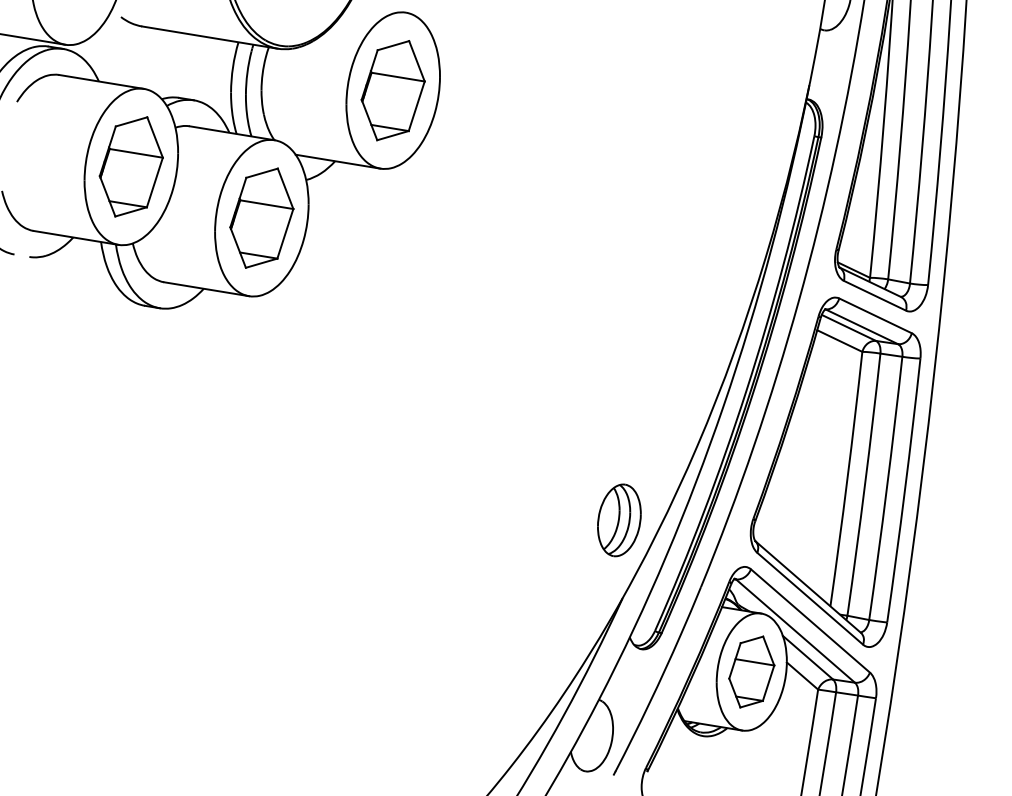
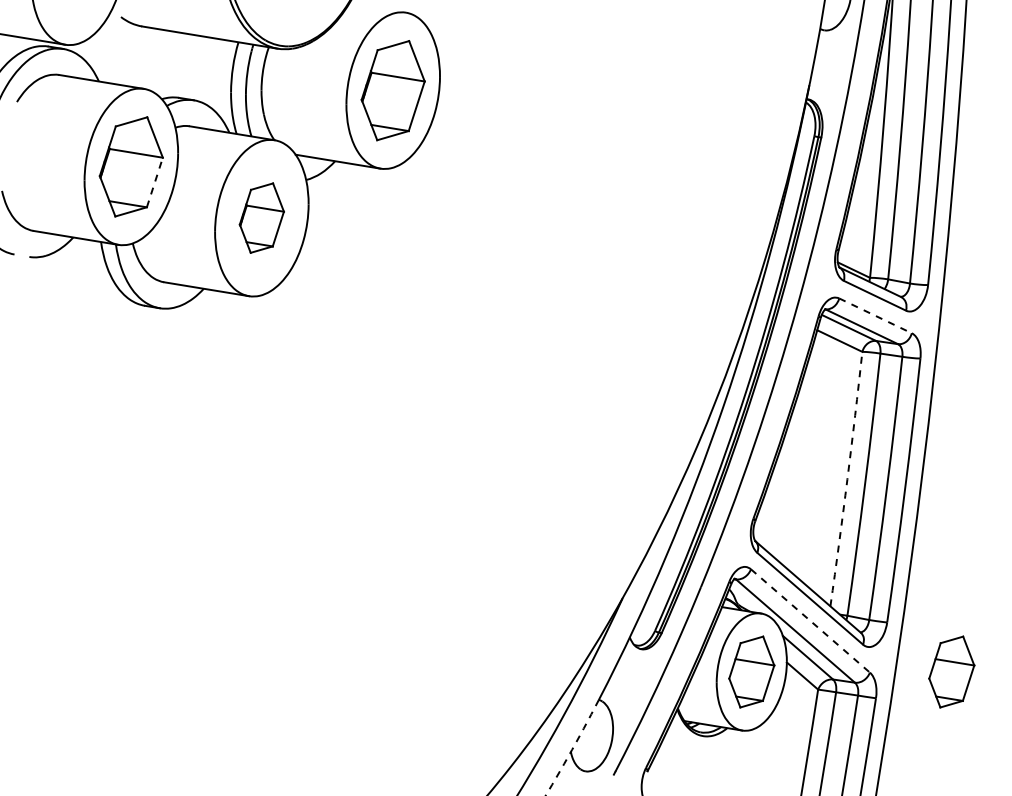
line at (155, 182): solid -> dashed
part at (261, 217) size: 66x102 px -> 47x72 px
line at (875, 316): solid -> dashed
arc at (847, 479): solid -> dashed
part at (619, 520): present -> none
line at (810, 620): solid -> dashed
part at (951, 671): none -> present
arc at (572, 748): solid -> dashed
